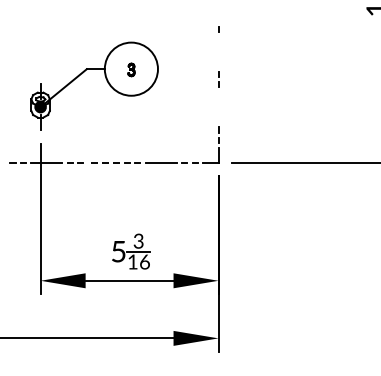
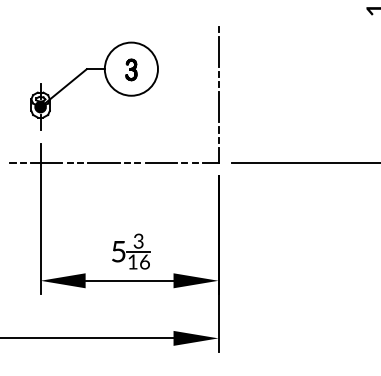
line at (218, 51): none -> present
part at (131, 69) size: 9x16 px -> 13x24 px
line at (218, 107): none -> present
line at (104, 162): dashed -> solid
